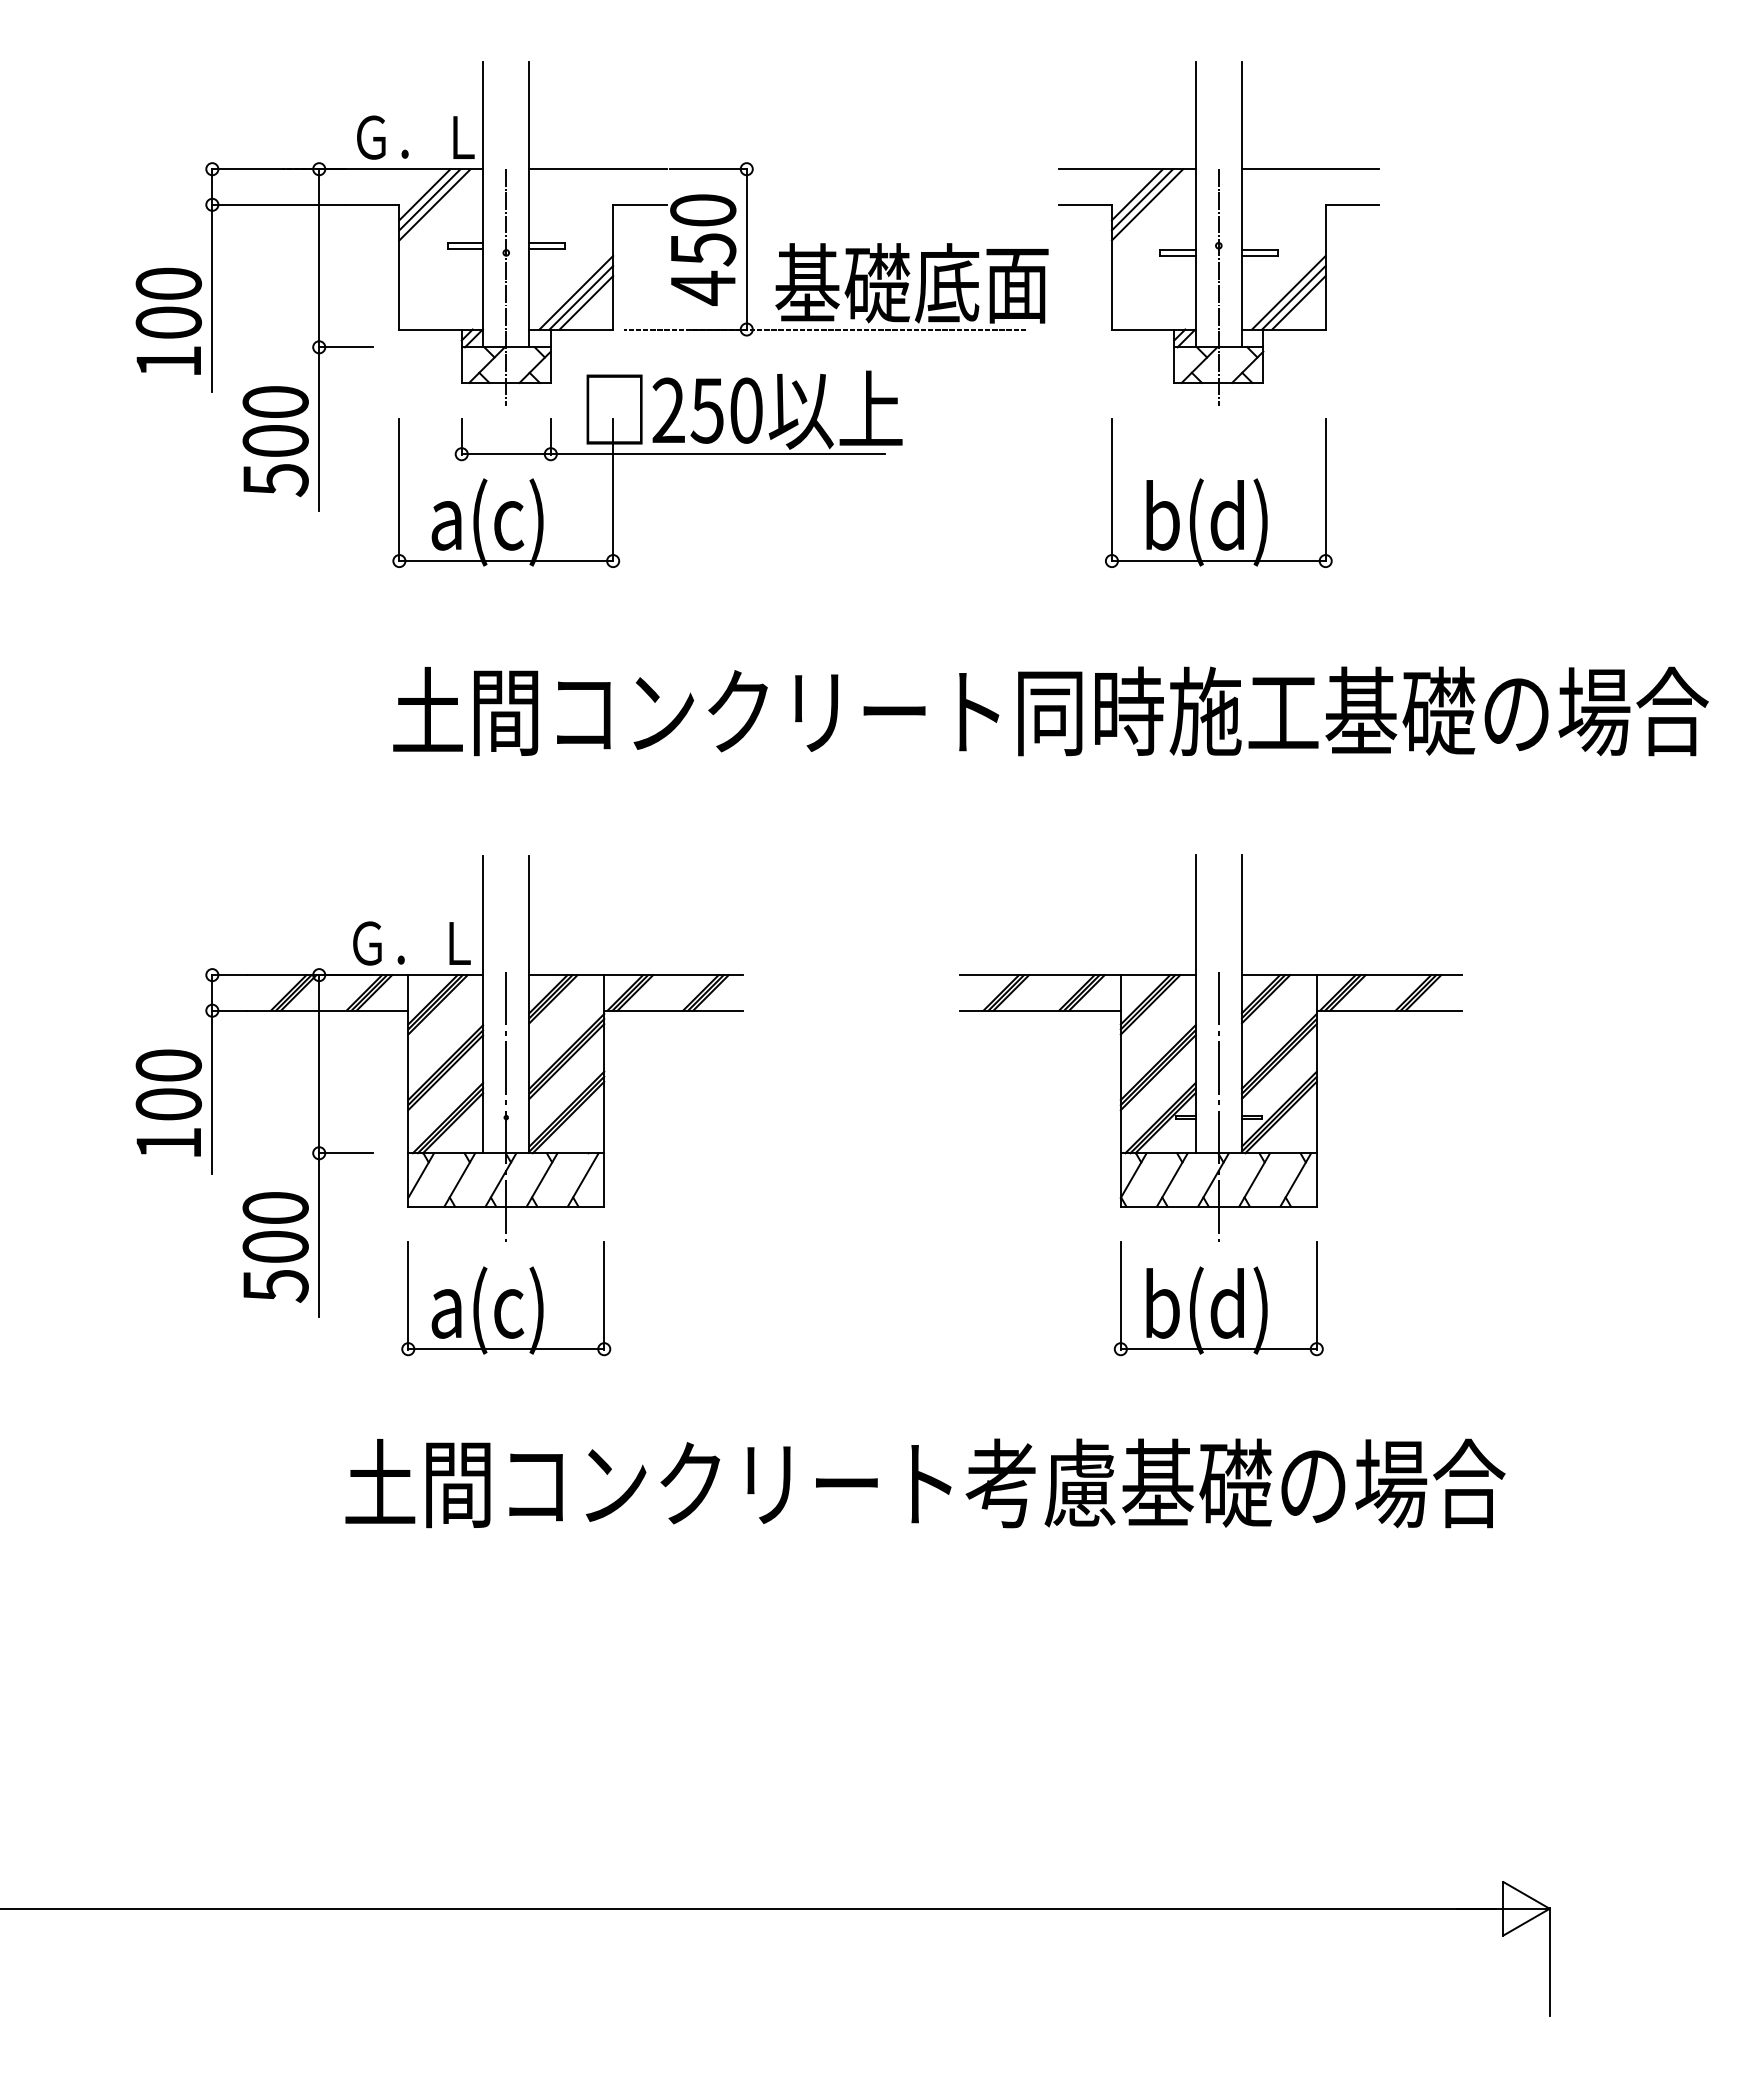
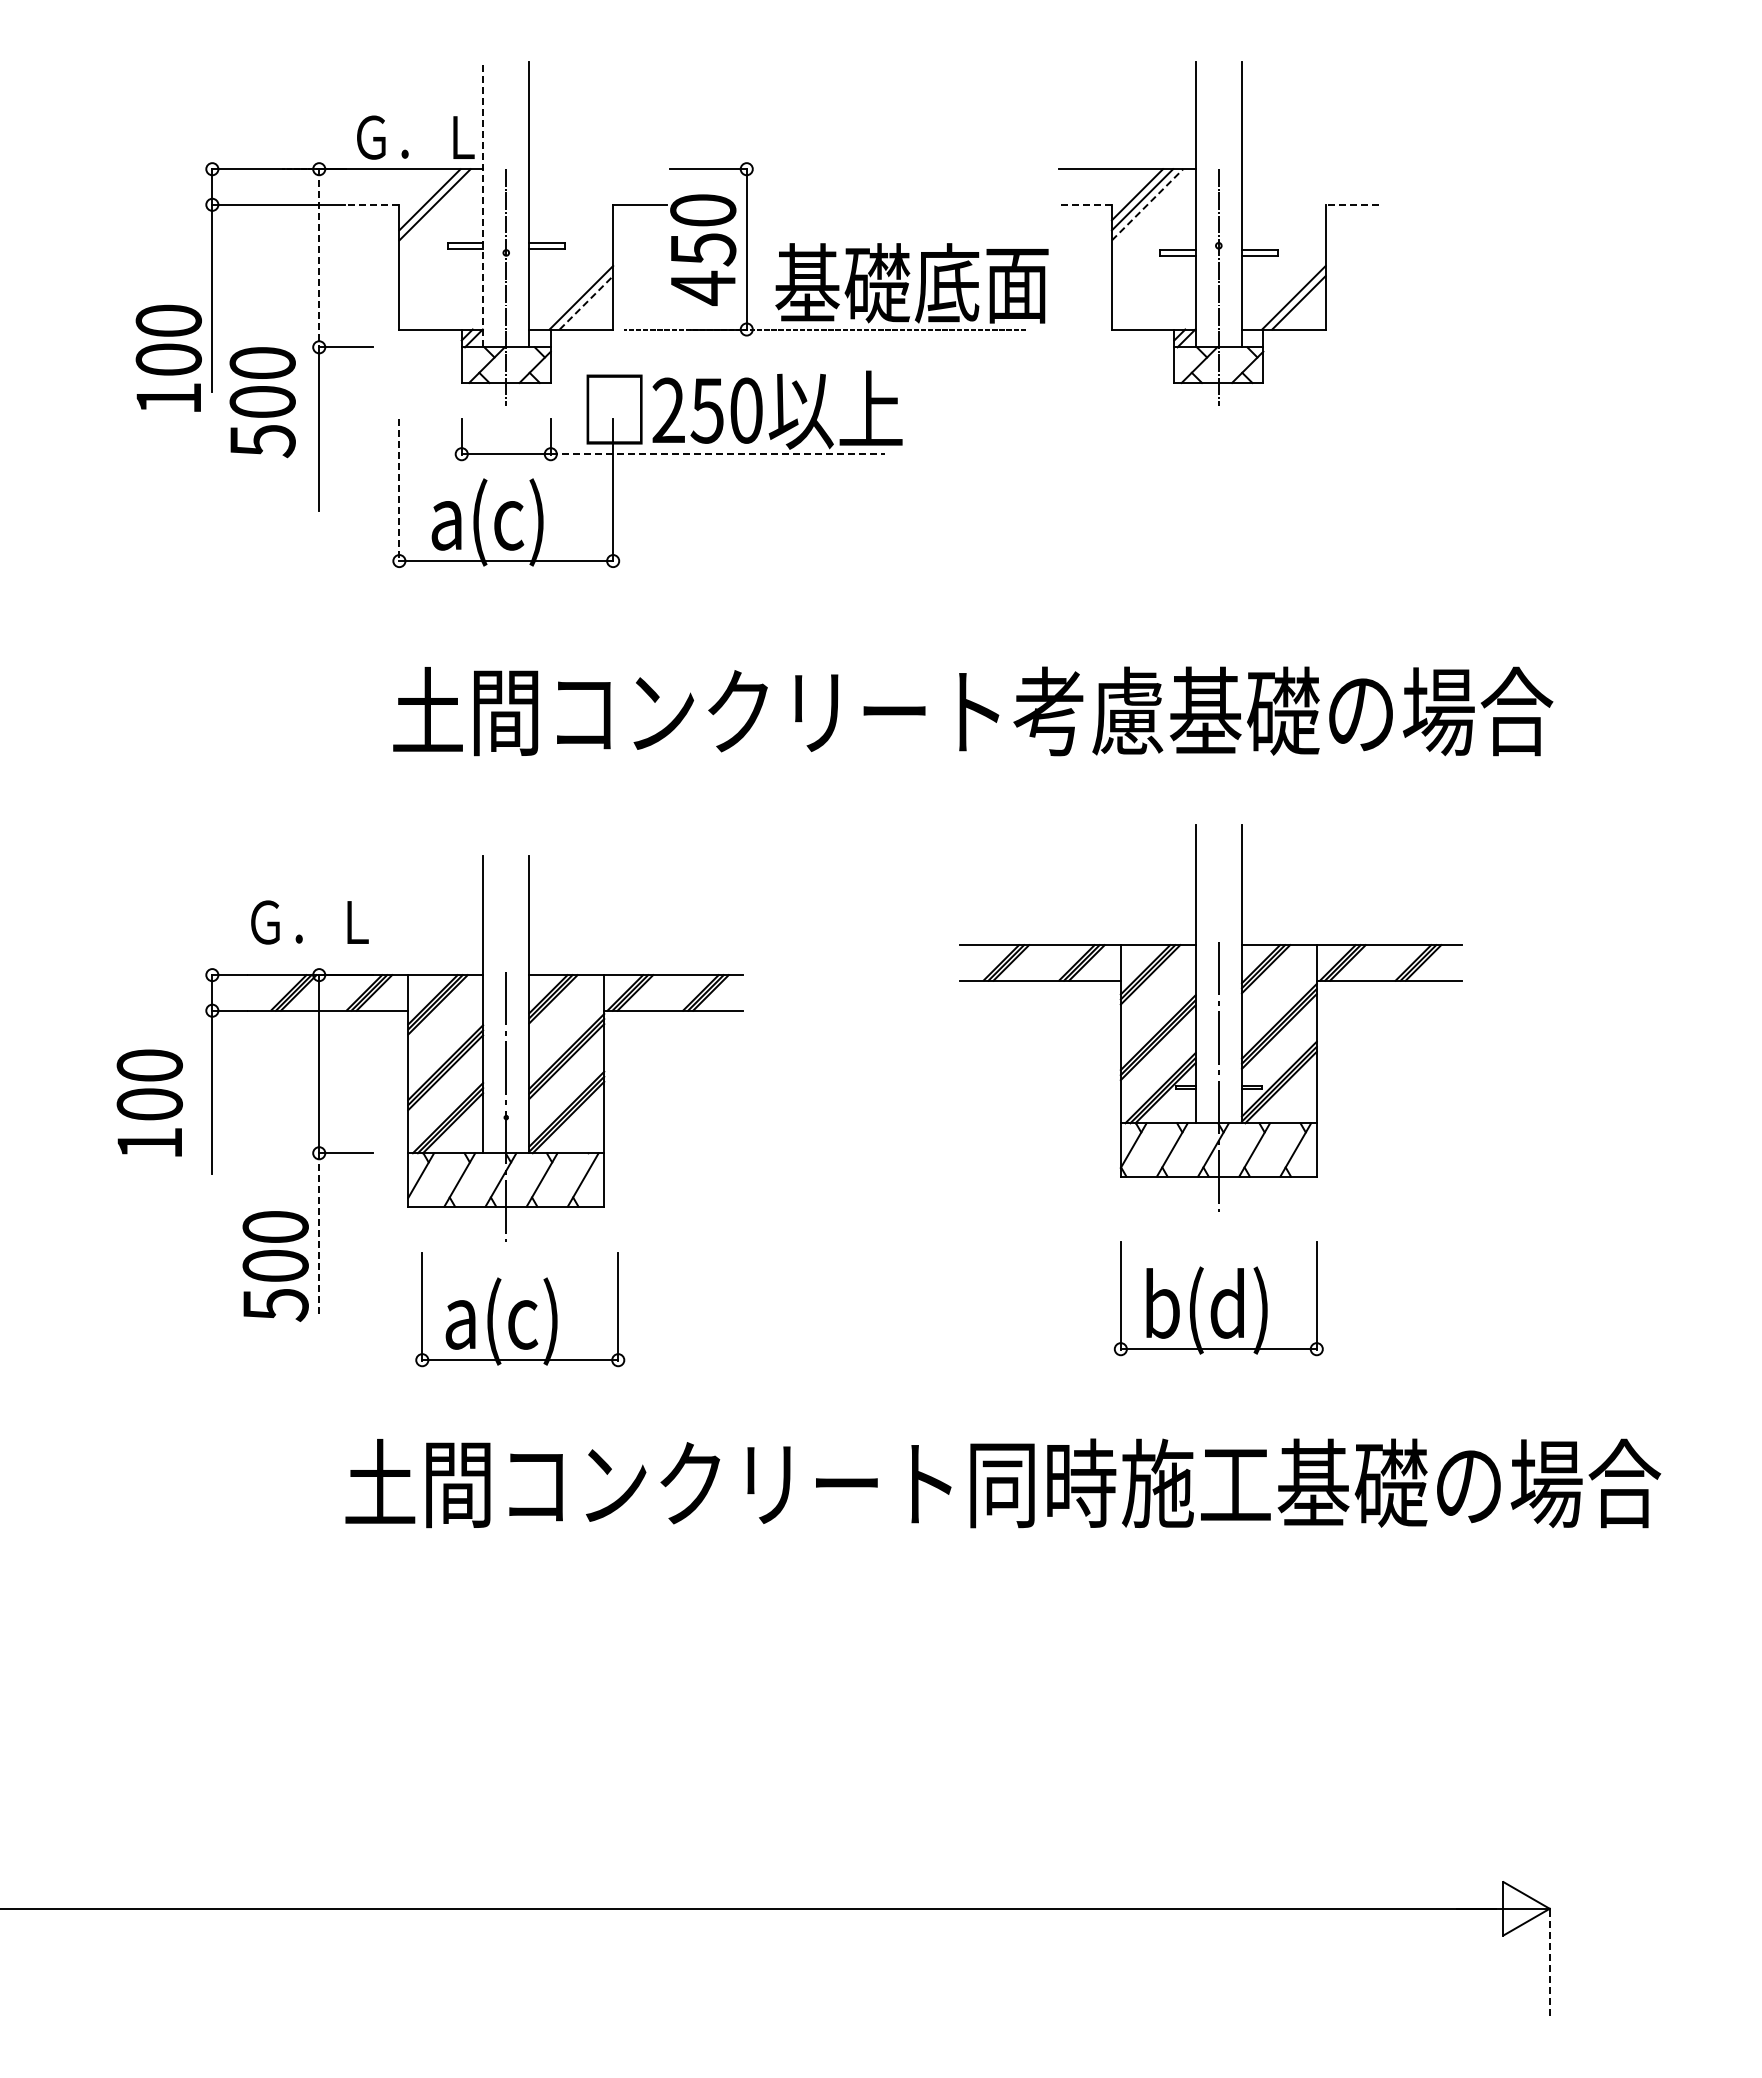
line at (597, 169): present -> none
line at (1310, 169): present -> none
line at (424, 194): present -> none
line at (483, 204): solid -> dashed
line at (1147, 204): solid -> dashed
line at (1352, 204): solid -> dashed
line at (372, 205): solid -> dashed
line at (1085, 205): solid -> dashed
line at (319, 258): solid -> dashed
line at (576, 292): present -> none
line at (1288, 292): present -> none
line at (586, 302): solid -> dashed
text at (168, 320) position: (168, 320) -> (168, 357)
text at (275, 441) position: (275, 441) -> (262, 402)
line at (718, 454): solid -> dashed
line at (399, 490): solid -> dashed
part at (1223, 501): present -> none
text at (1360, 711): 土間コンクリート同時施工基礎の場合 -> 土間コンクリート考慮基礎の場合
text at (411, 943) position: (411, 943) -> (309, 922)
part at (1218, 1047) position: (1218, 1047) -> (1218, 1017)
text at (168, 1102) position: (168, 1102) -> (149, 1102)
line at (319, 1234): solid -> dashed
text at (275, 1247) position: (275, 1247) -> (275, 1266)
part at (506, 1298) position: (506, 1298) -> (520, 1309)
text at (1313, 1483): 土間コンクリート考慮基礎の場合 -> 土間コンクリート同時施工基礎の場合
line at (1549, 1962): solid -> dashed
